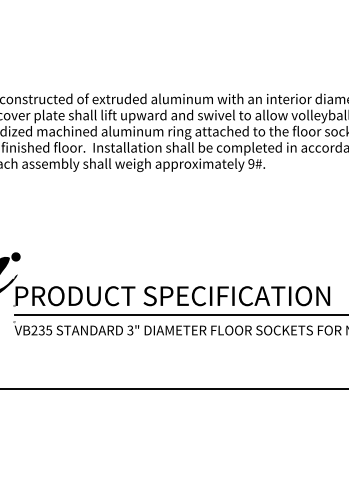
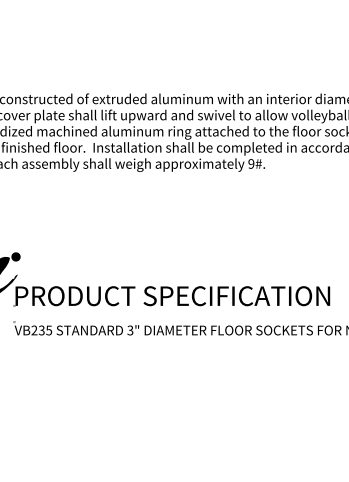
line at (179, 314): present -> none
line at (173, 388): present -> none
